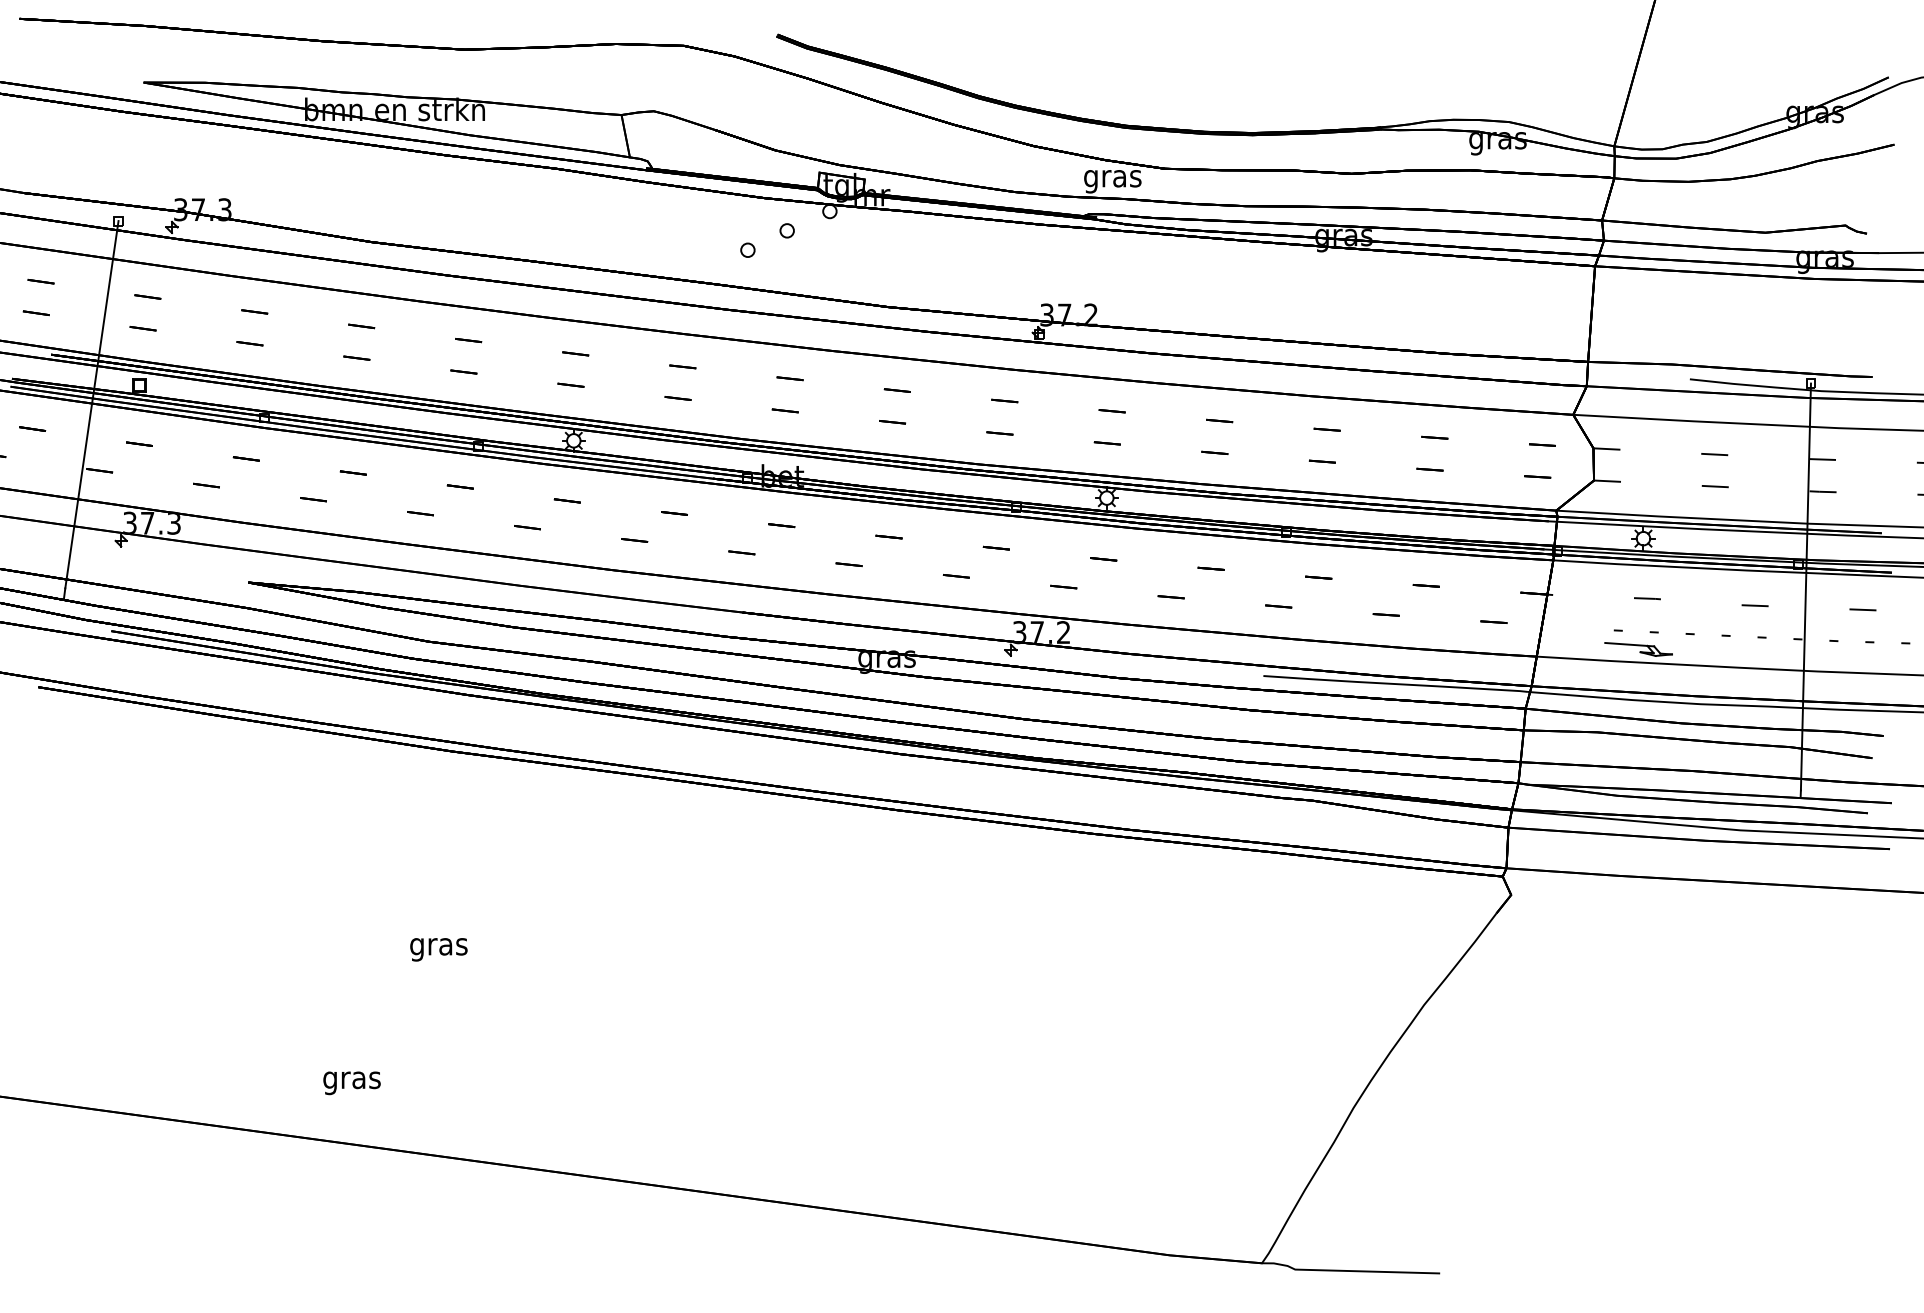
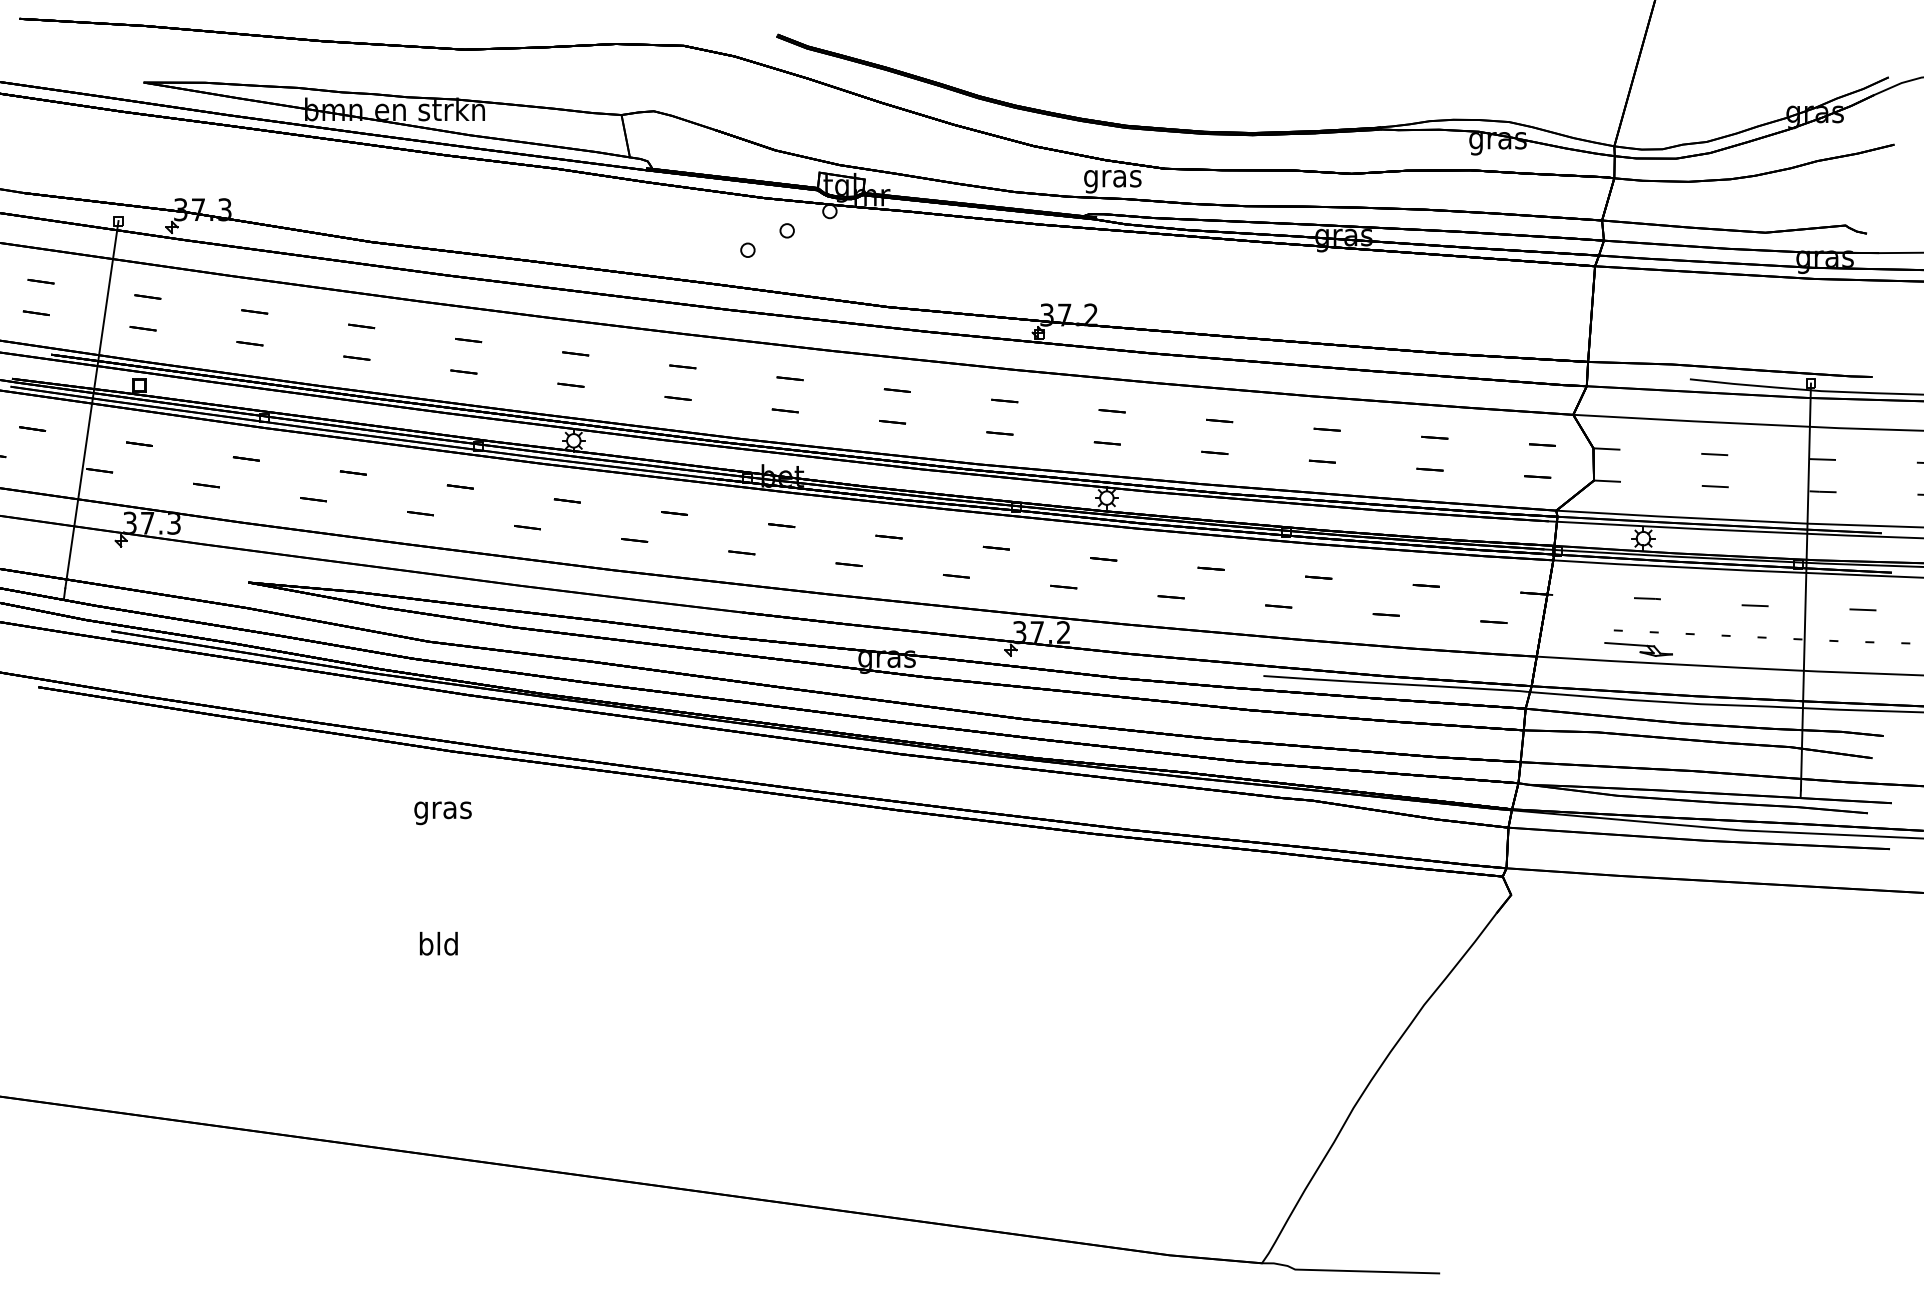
text at (438, 946): gras -> bld
text at (351, 1083) position: (351, 1083) -> (442, 813)
